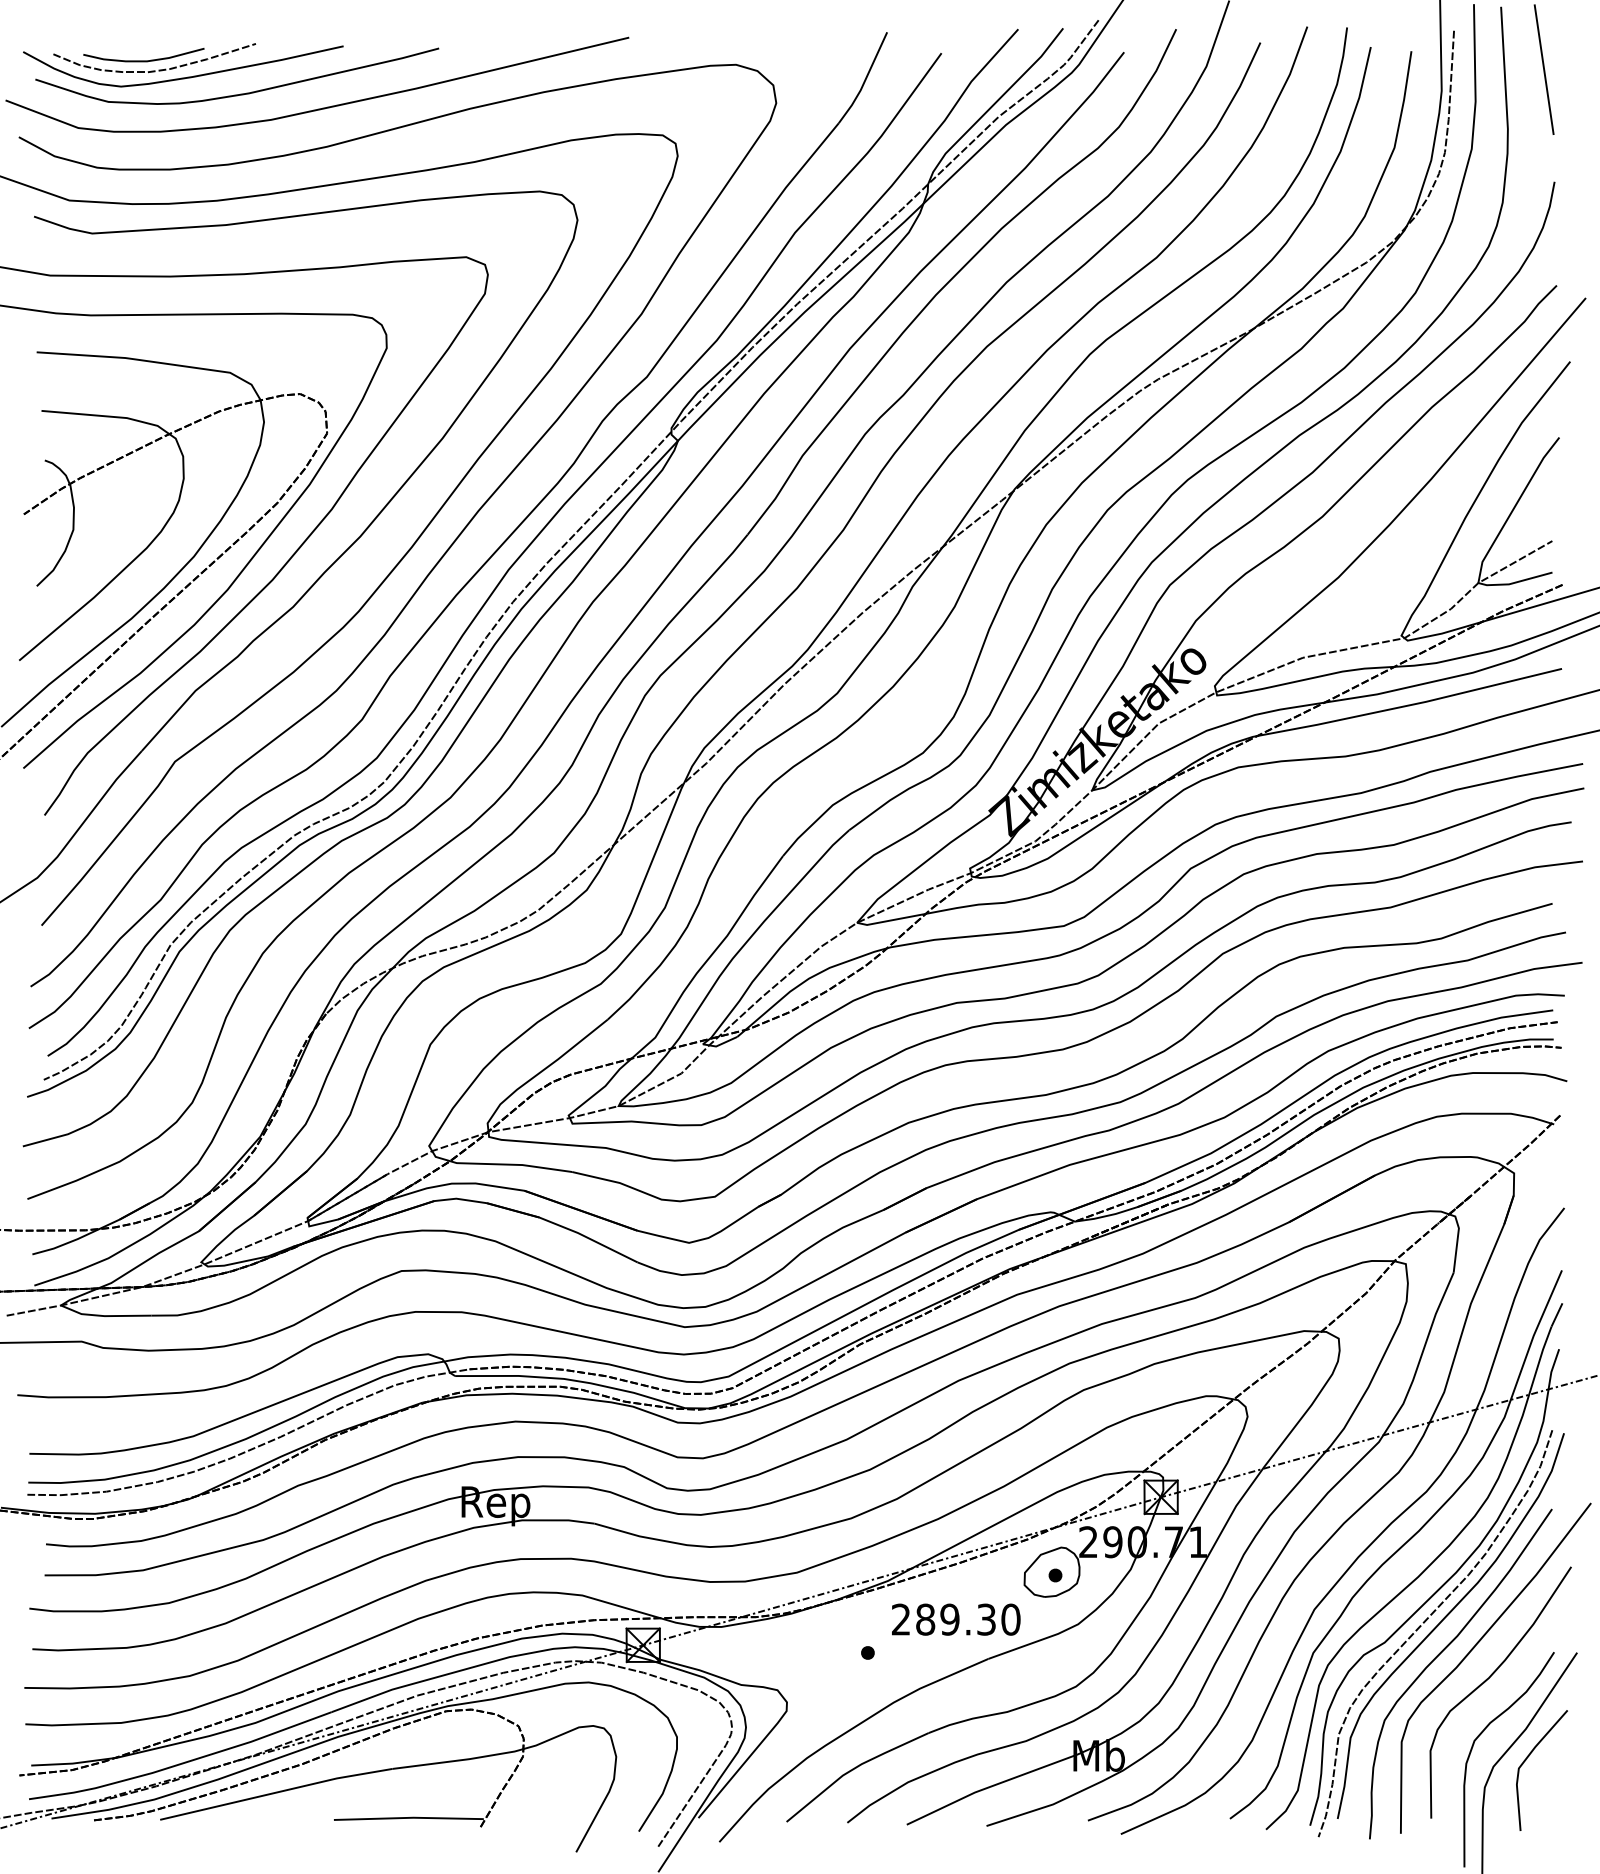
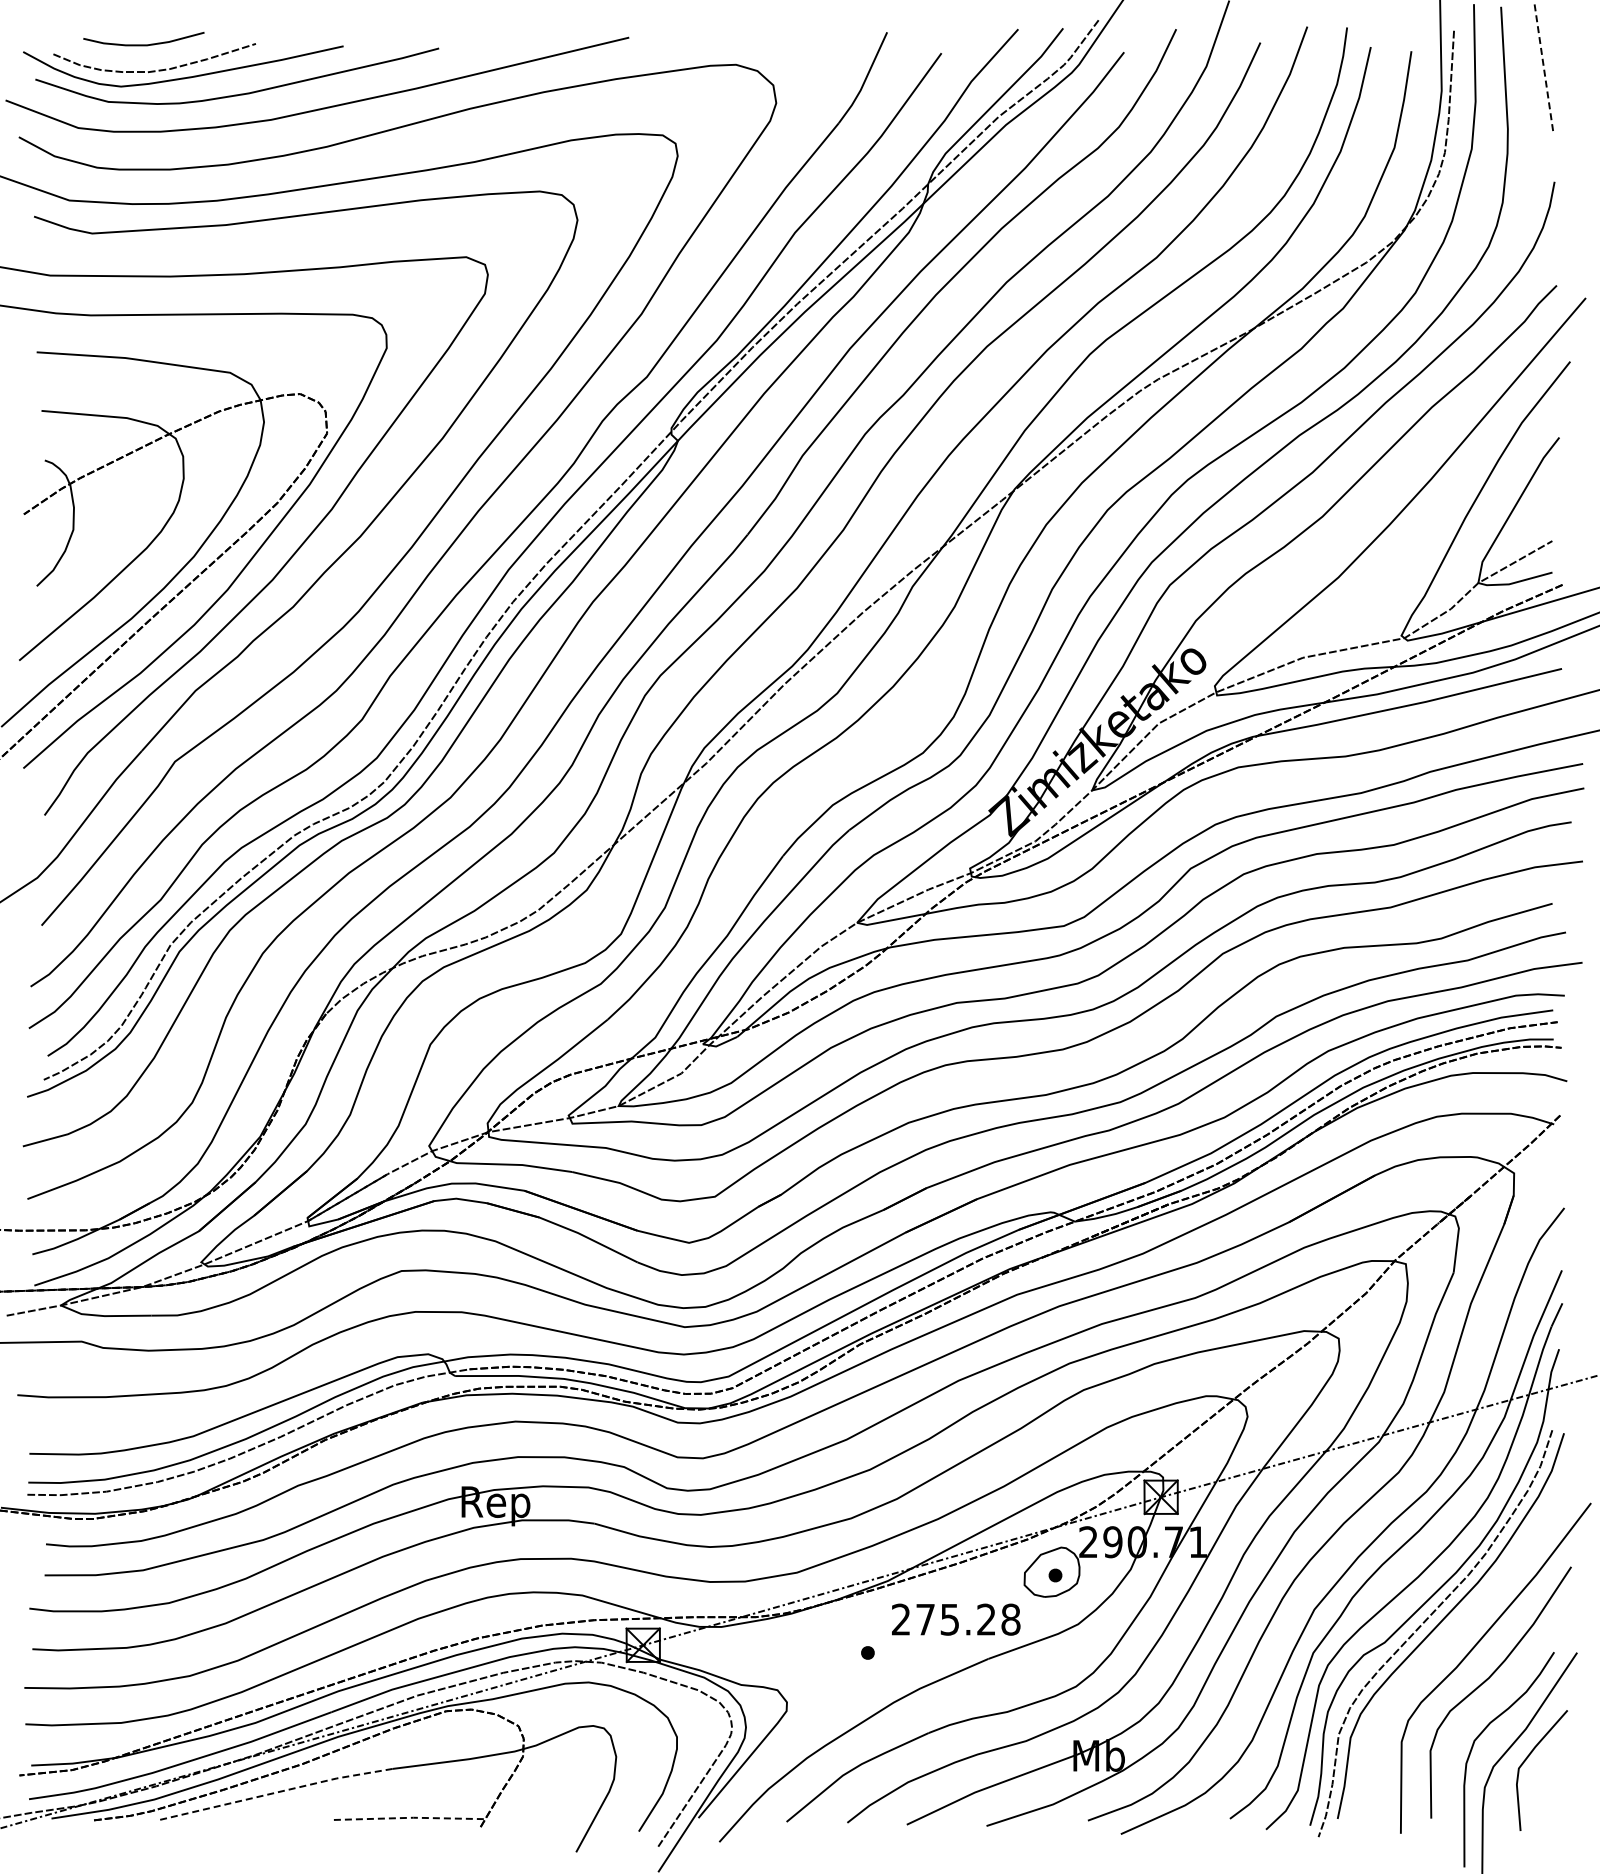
curve at (143, 60) position: (143, 60) -> (143, 44)
line at (1544, 69): solid -> dashed
text at (968, 1619): 289.30 -> 275.28
curve at (1441, 1653): present -> none
line at (276, 1792): solid -> dashed
line at (409, 1817): solid -> dashed
